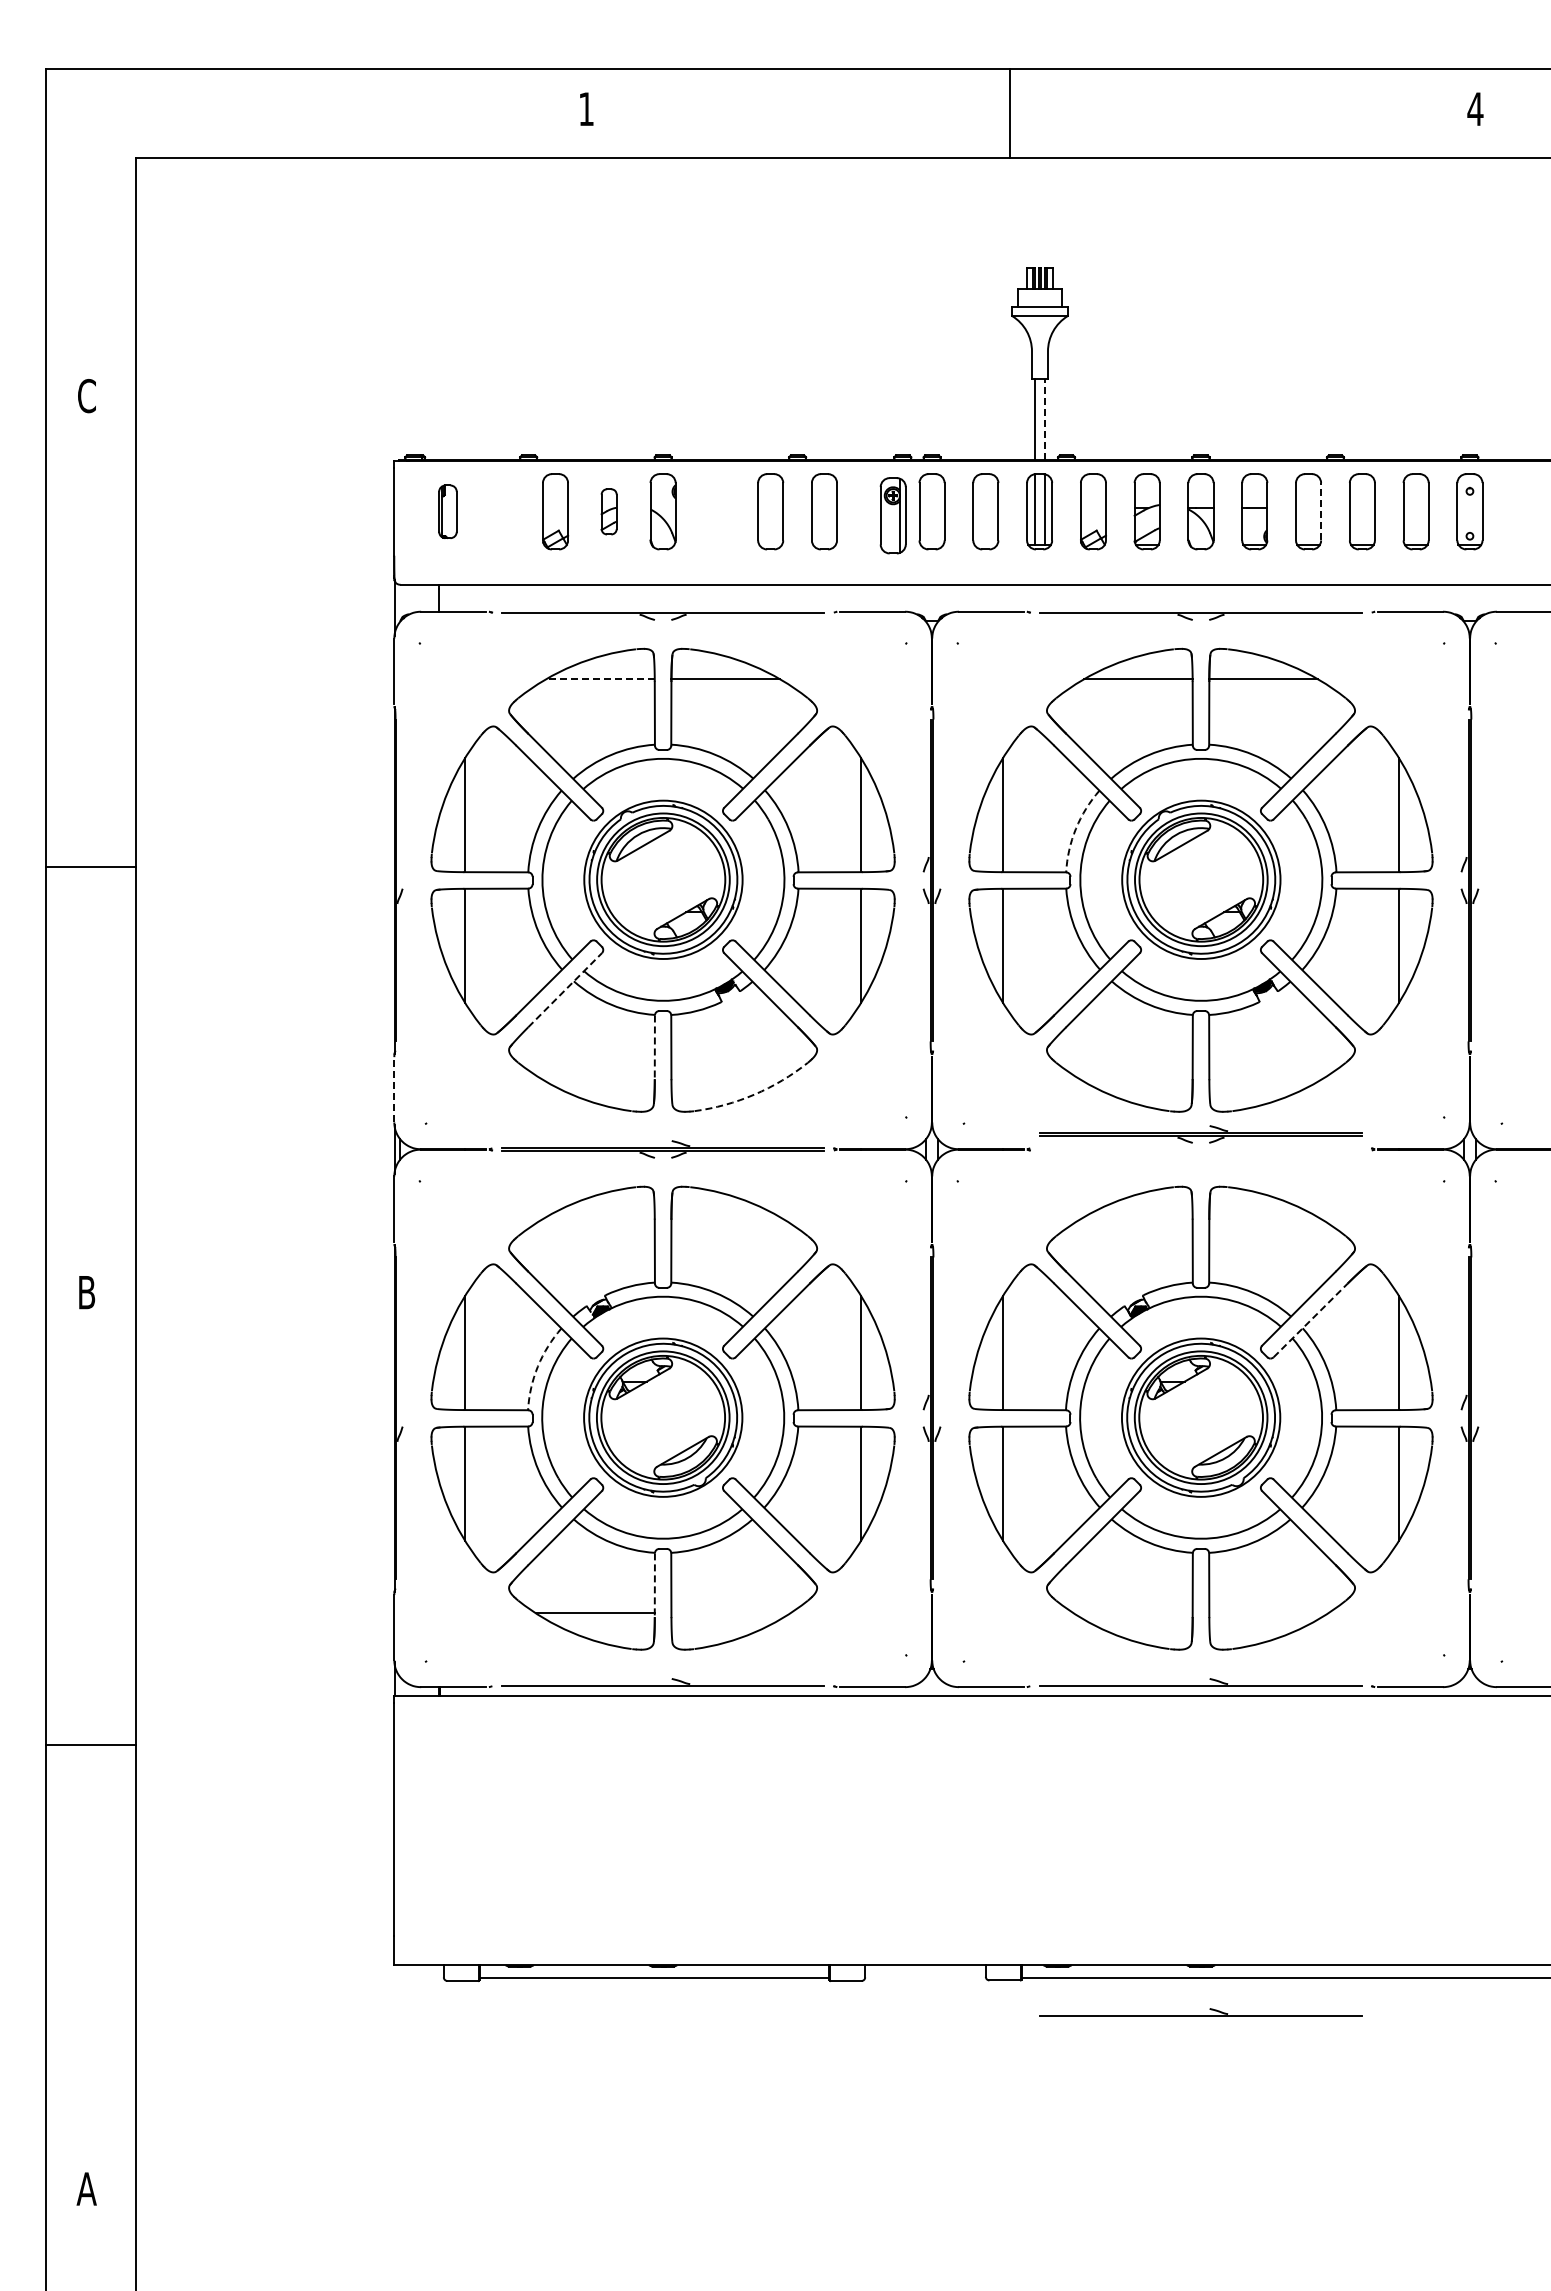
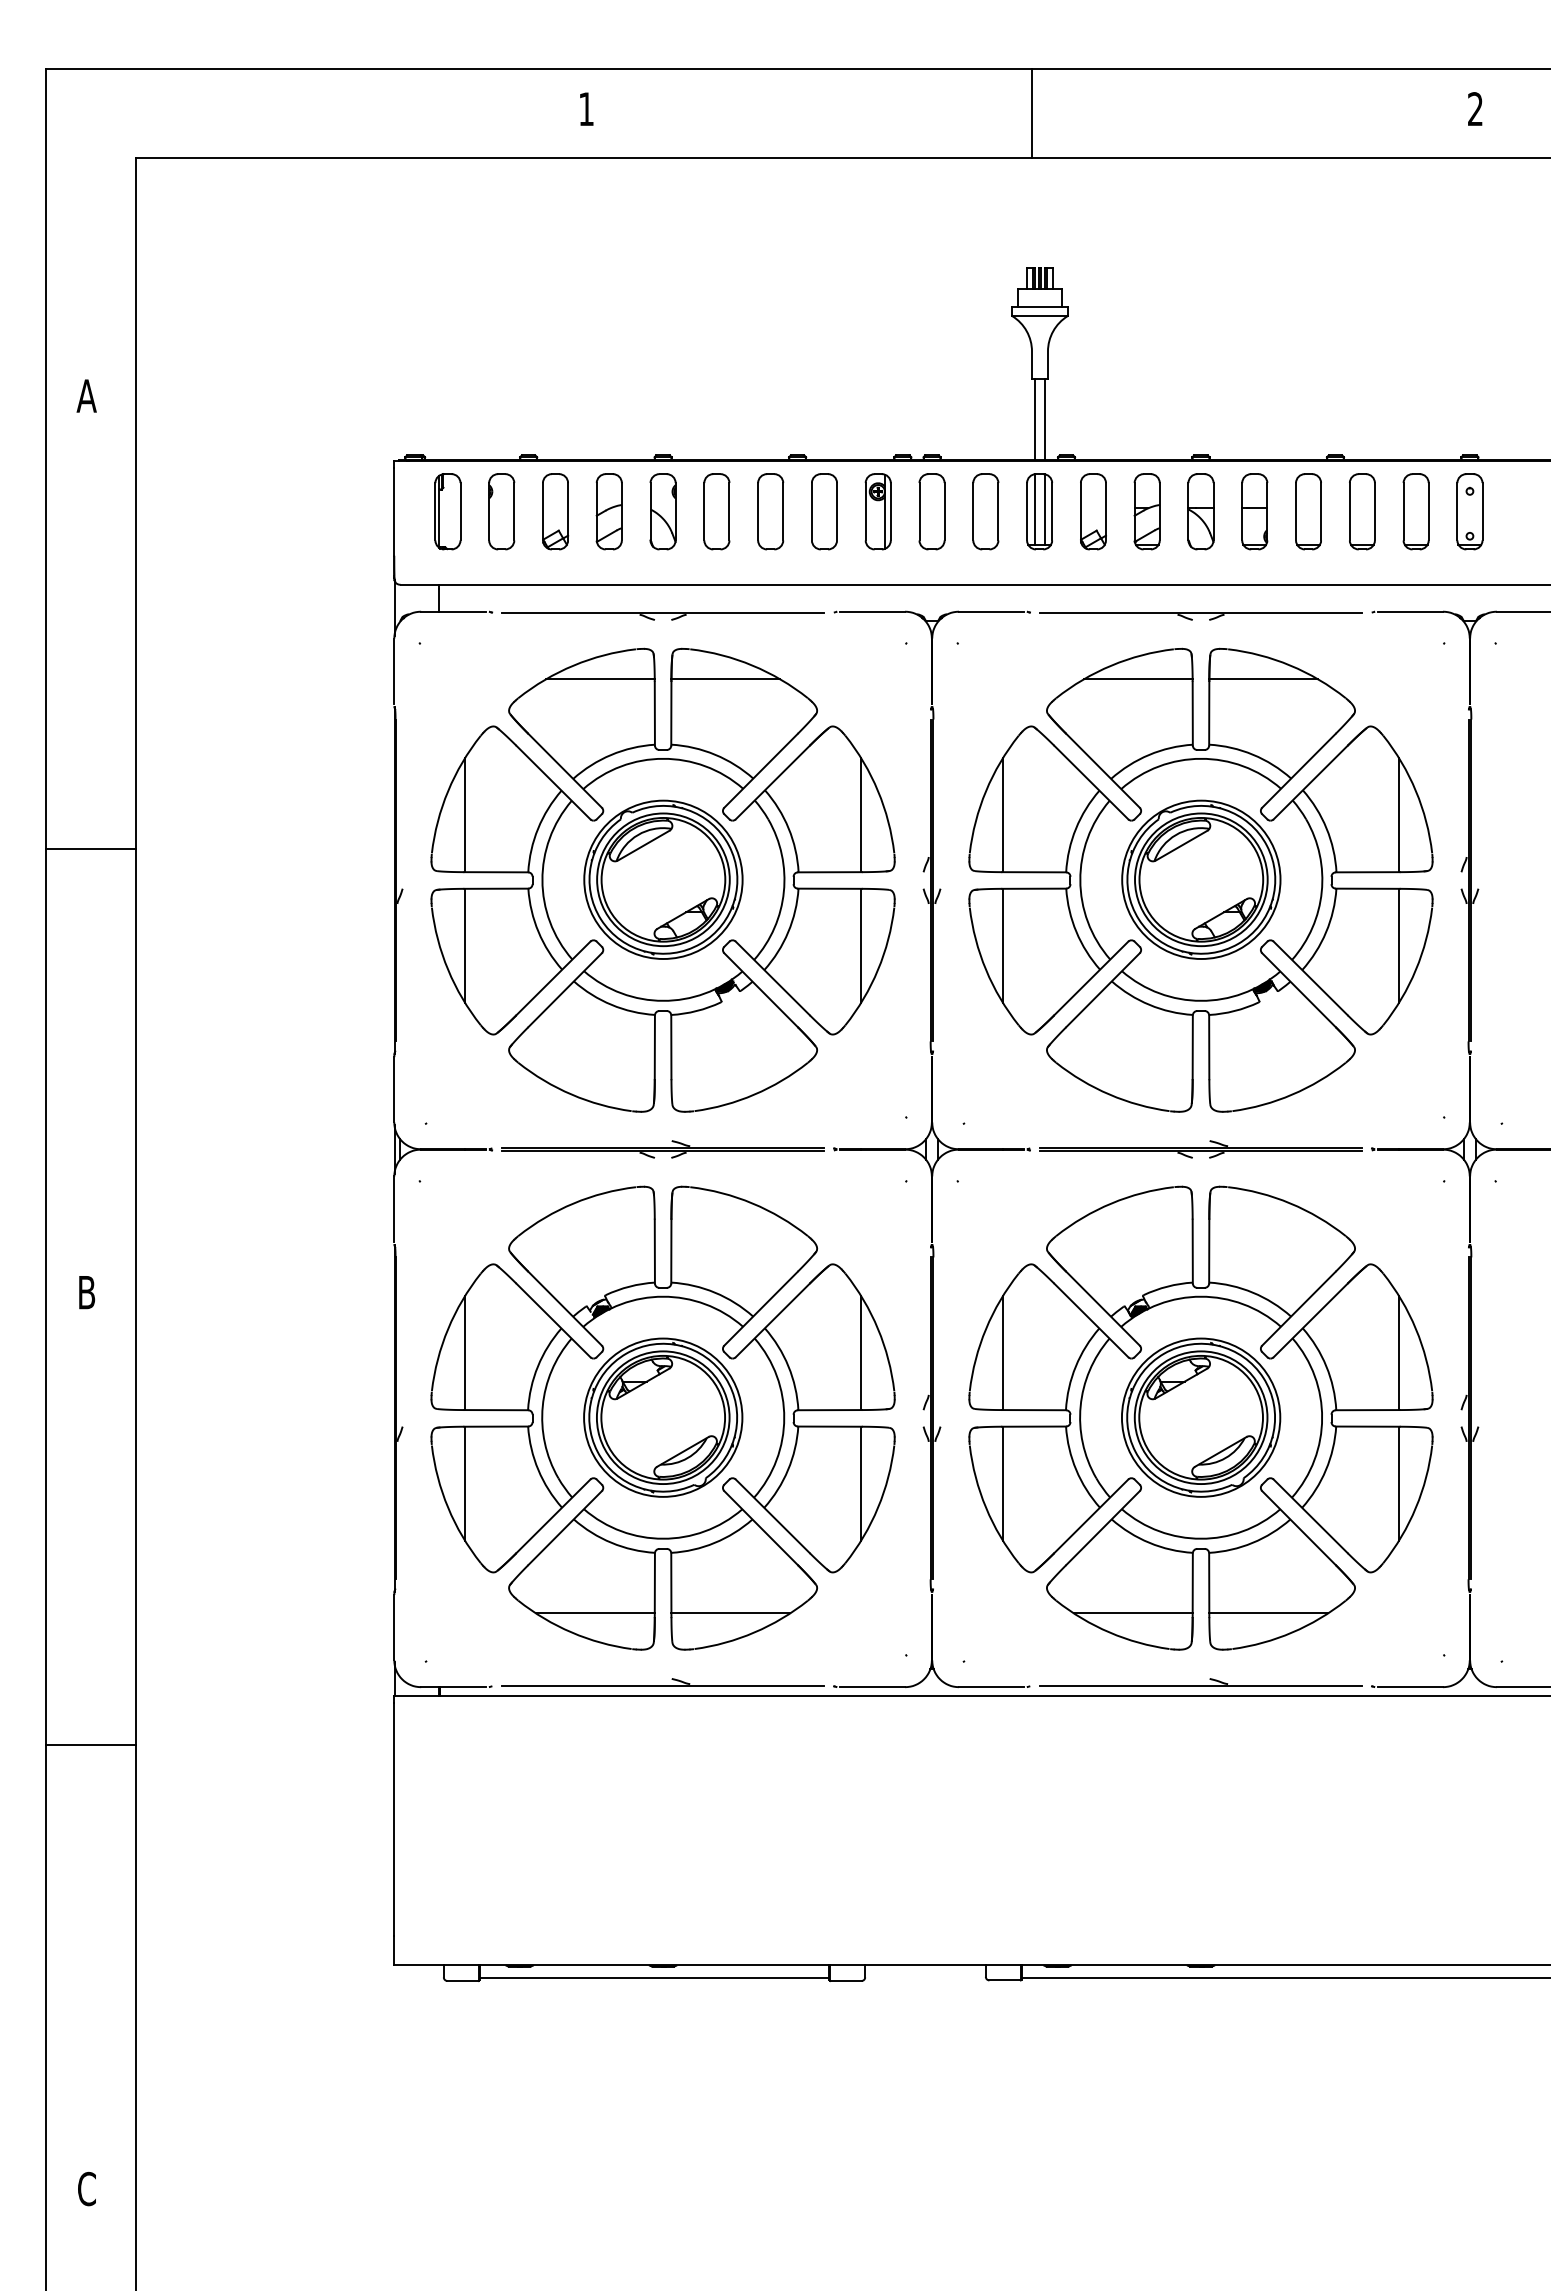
text at (1475, 108): 4 -> 2
line at (1010, 113) position: (1010, 113) -> (1032, 113)
text at (86, 395): C -> A
line at (1045, 418): dashed -> solid
part at (447, 511) size: 20x55 px -> 28x78 px
part at (501, 511): none -> present
part at (608, 511) size: 18x48 px -> 28x78 px
part at (716, 511): none -> present
line at (1321, 511): dashed -> solid
part at (892, 515) position: (892, 515) -> (877, 511)
line at (599, 679): dashed -> solid
arc at (1076, 828): dashed -> solid
line at (90, 866) position: (90, 866) -> (90, 848)
line at (565, 989): dashed -> solid
line at (654, 1047): dashed -> solid
line at (394, 1089): dashed -> solid
arc at (754, 1094): dashed -> solid
part at (1200, 1134) position: (1200, 1134) -> (1200, 1149)
line at (1311, 1320): dashed -> solid
arc at (537, 1366): dashed -> solid
line at (654, 1585): dashed -> solid
line at (730, 1613): none -> present
line at (1132, 1613): none -> present
line at (1268, 1613): none -> present
part at (1200, 2012): present -> none
text at (86, 2188): A -> C
